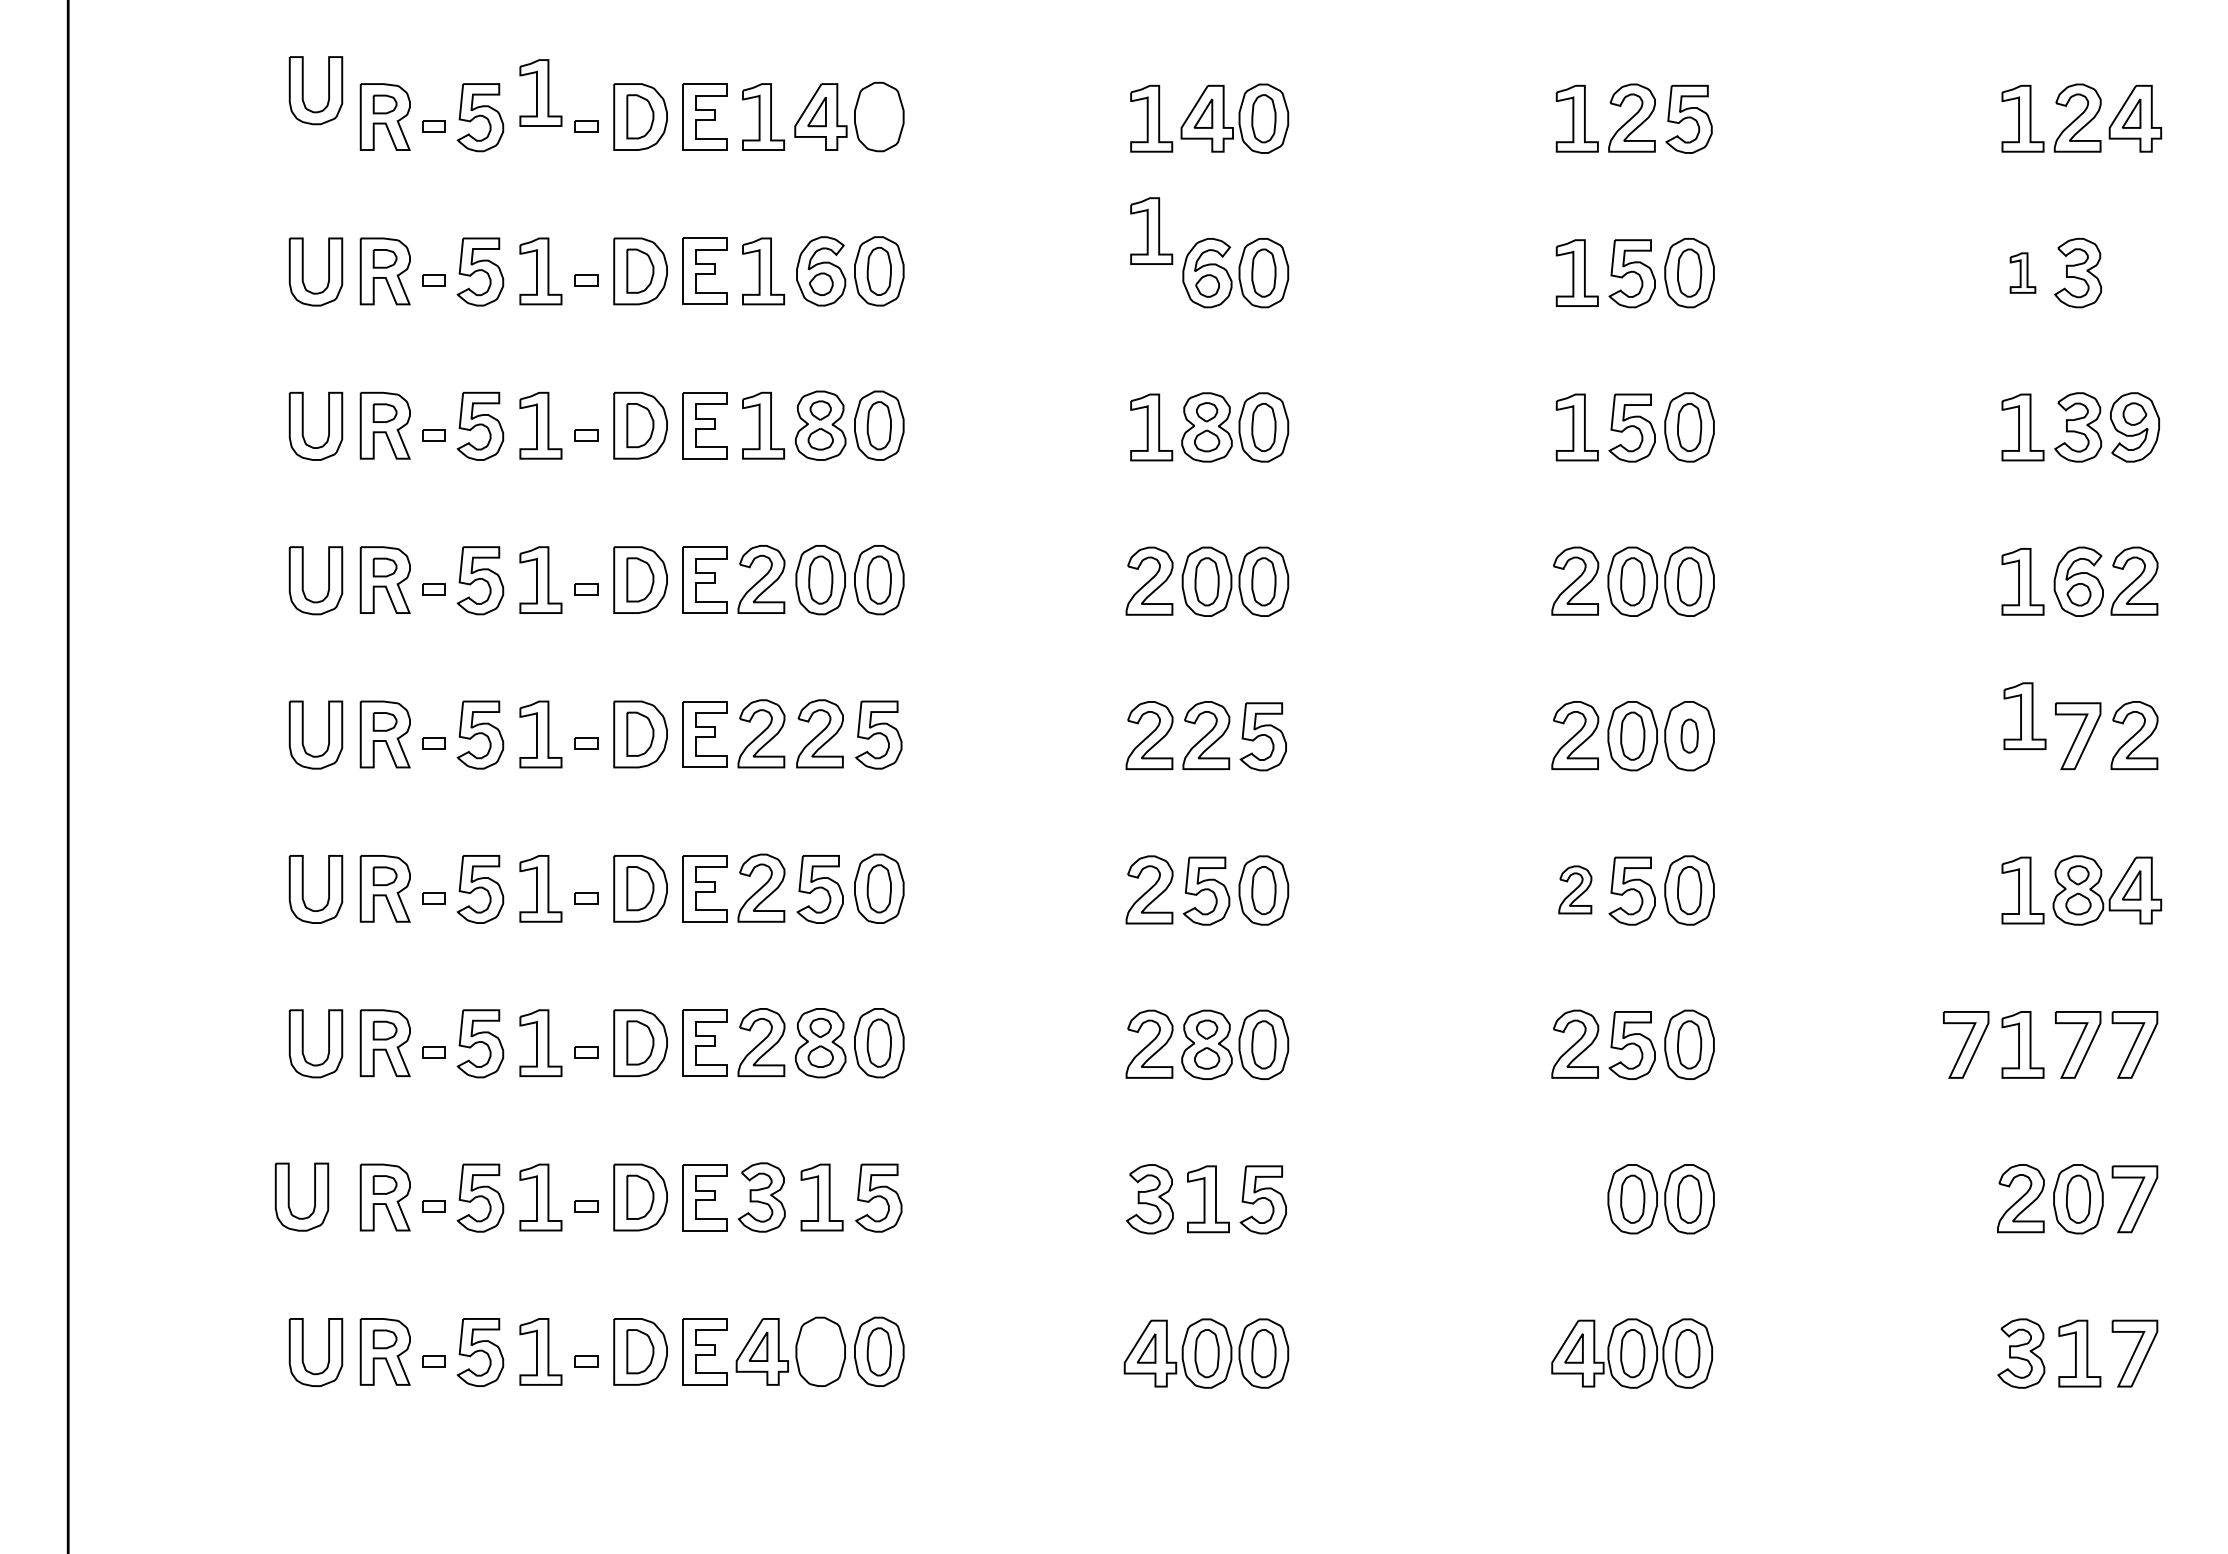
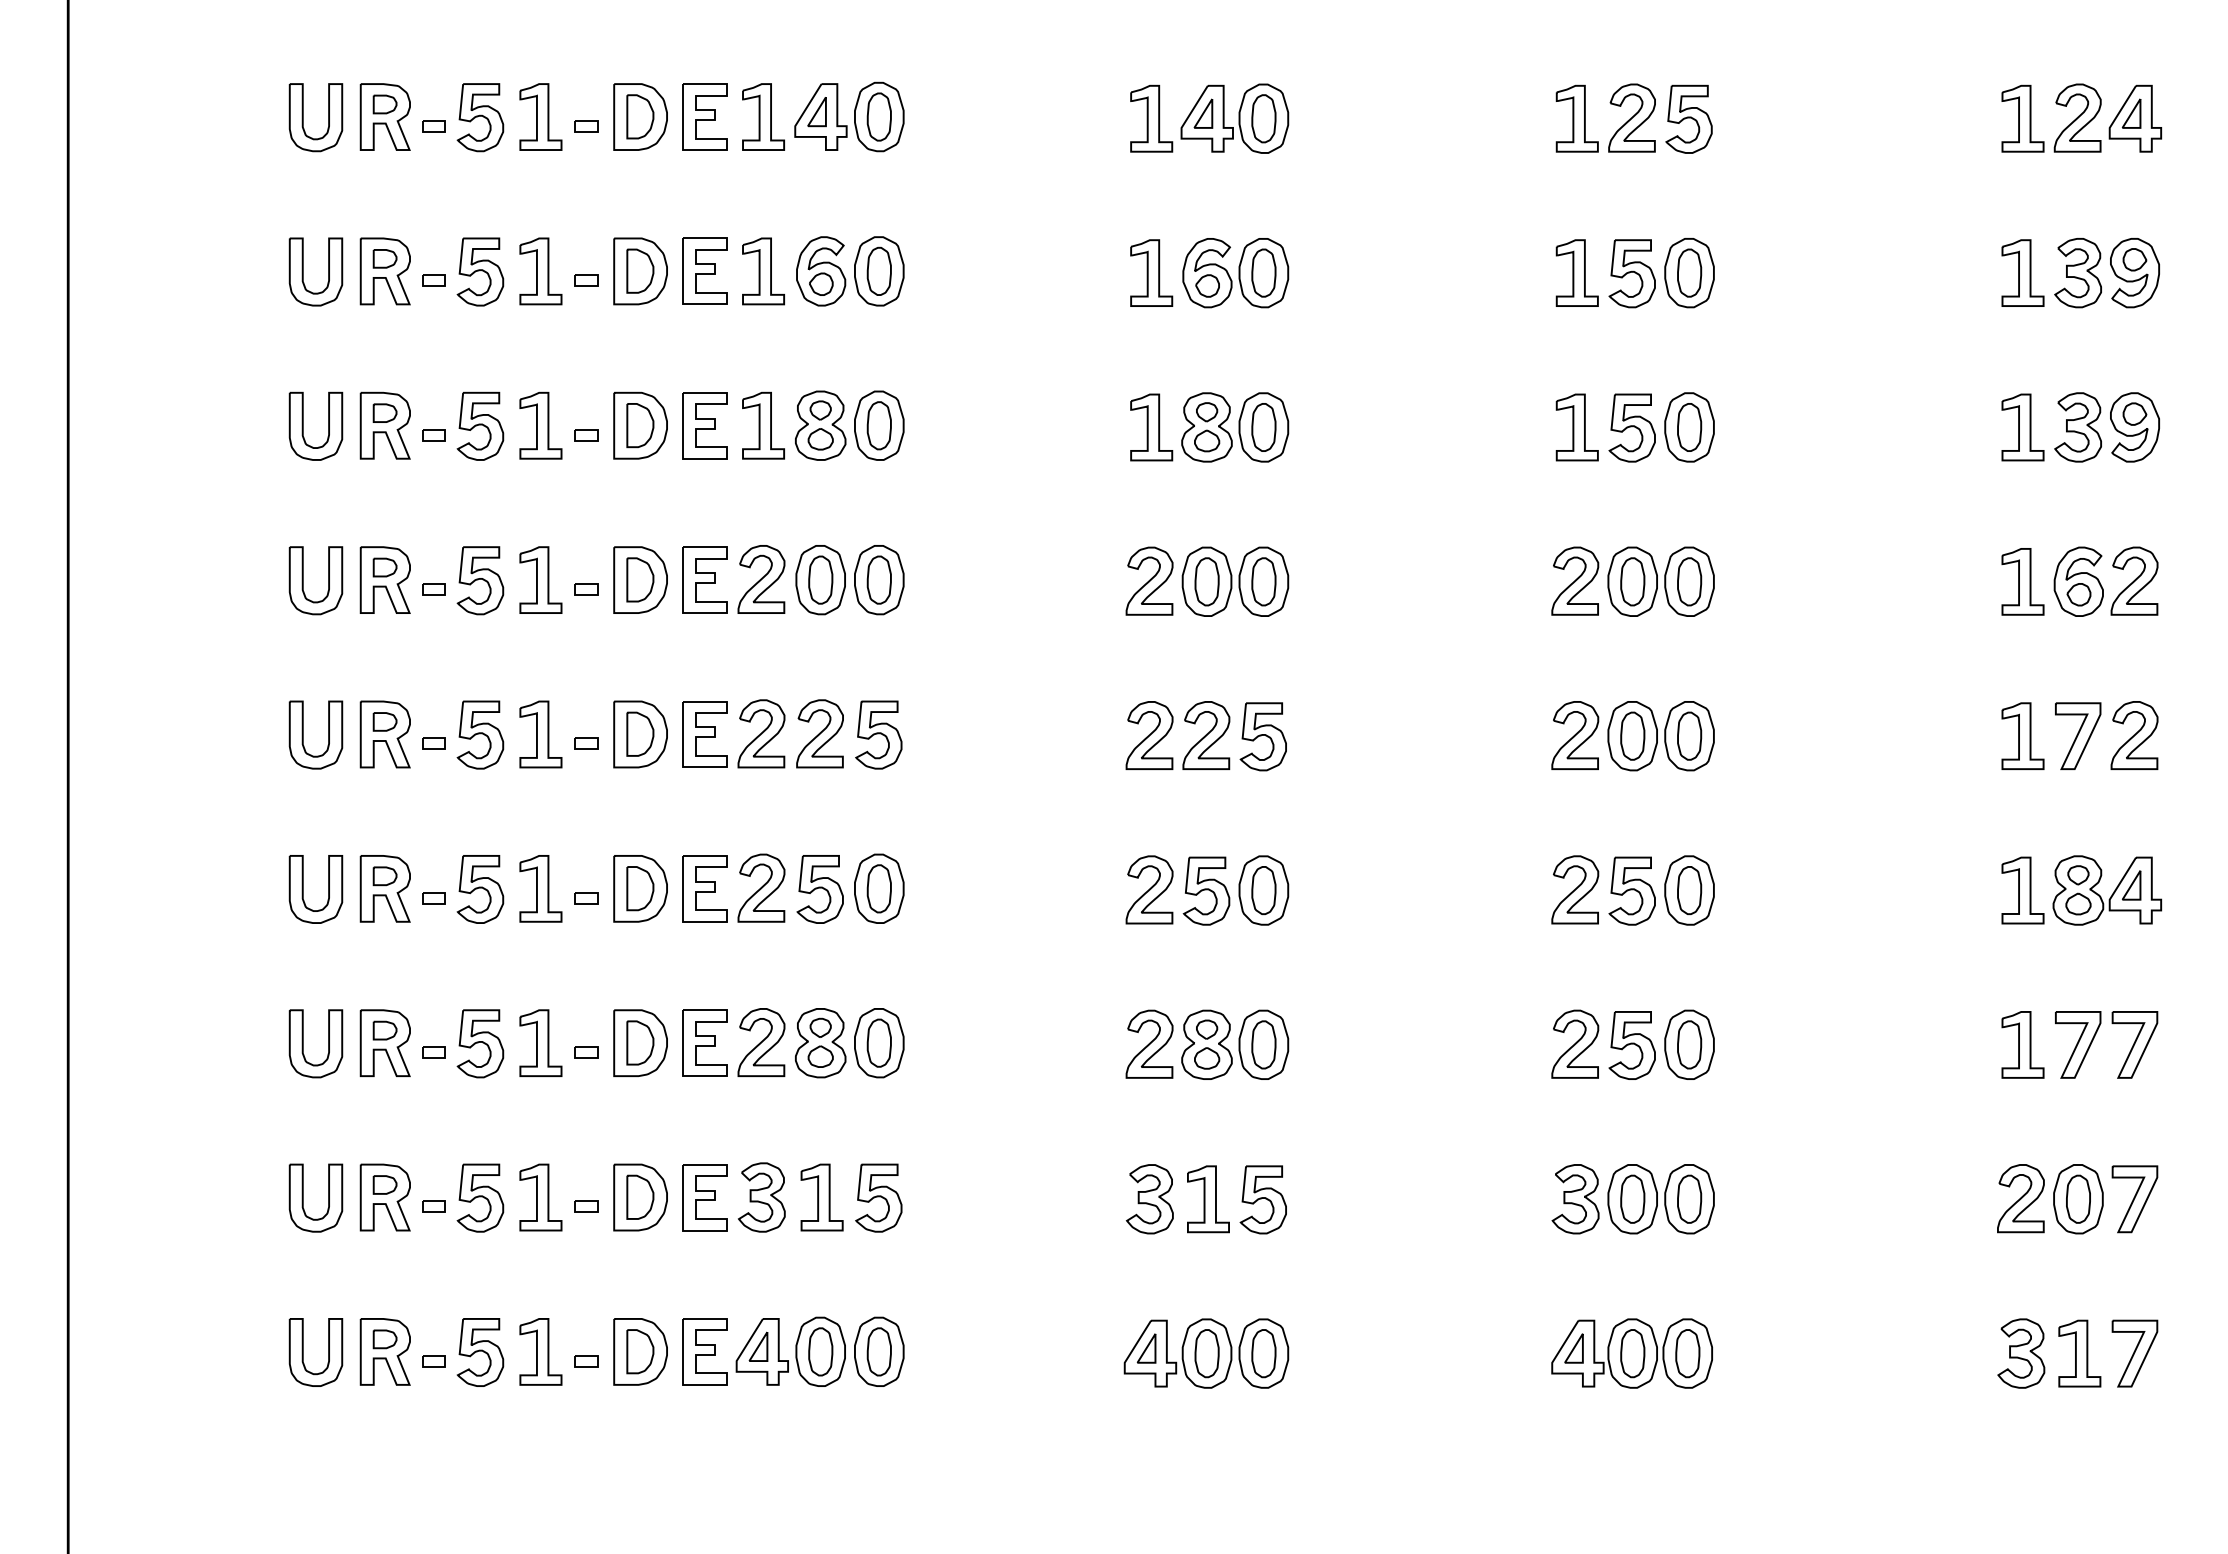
part at (303, 90) position: (303, 90) -> (303, 117)
part at (540, 92) position: (540, 92) -> (540, 116)
part at (878, 116): none -> present
part at (1151, 230) position: (1151, 230) -> (1151, 272)
part at (2022, 272) size: 28x42 px -> 44x68 px
part at (2134, 273): none -> present
part at (2024, 715) position: (2024, 715) -> (2022, 735)
part at (1689, 735) size: 19x36 px -> 26x50 px
part at (1575, 889) size: 35x50 px -> 49x70 px
part at (1966, 1044): present -> none
part at (289, 1196) position: (289, 1196) -> (303, 1197)
part at (1575, 1199): none -> present
part at (820, 1351): none -> present
